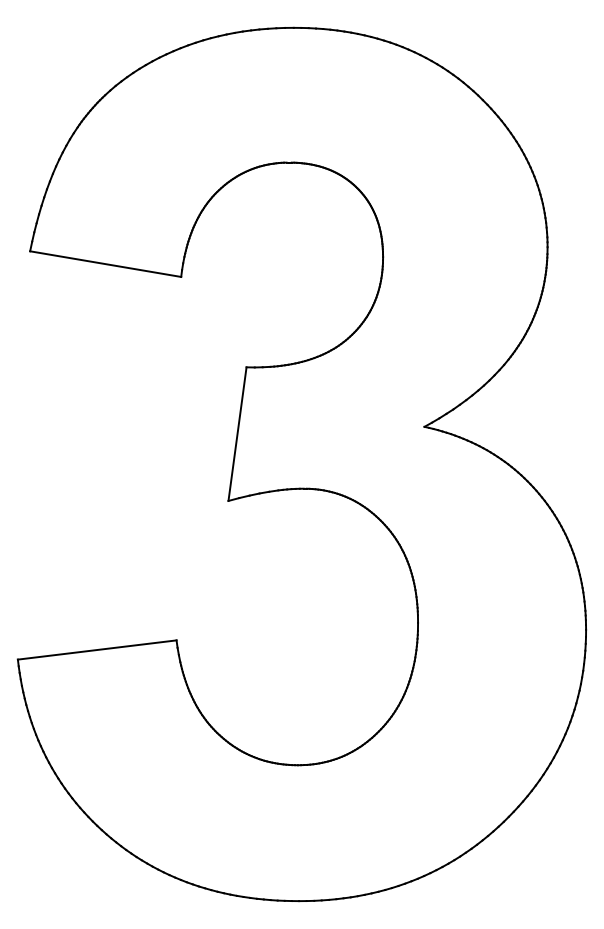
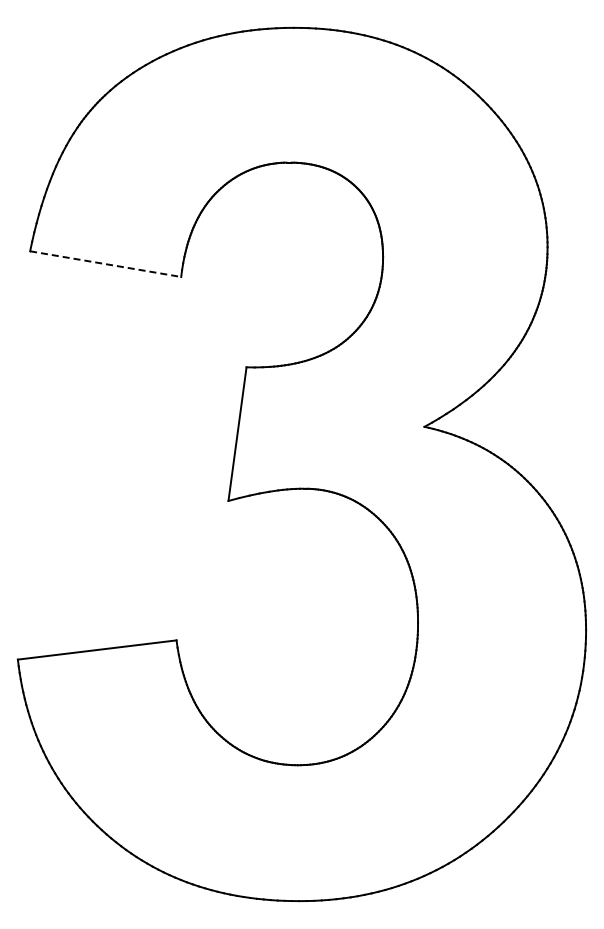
line at (105, 264): solid -> dashed
